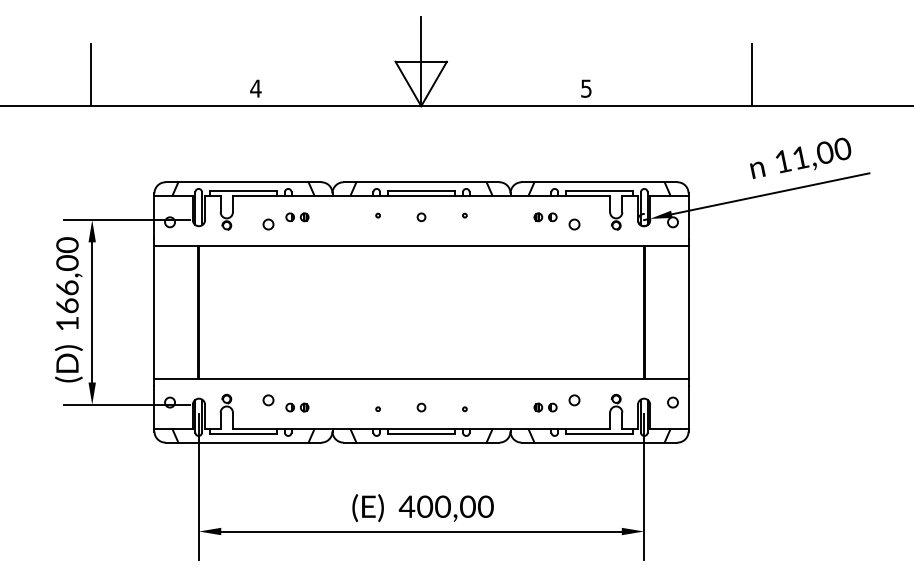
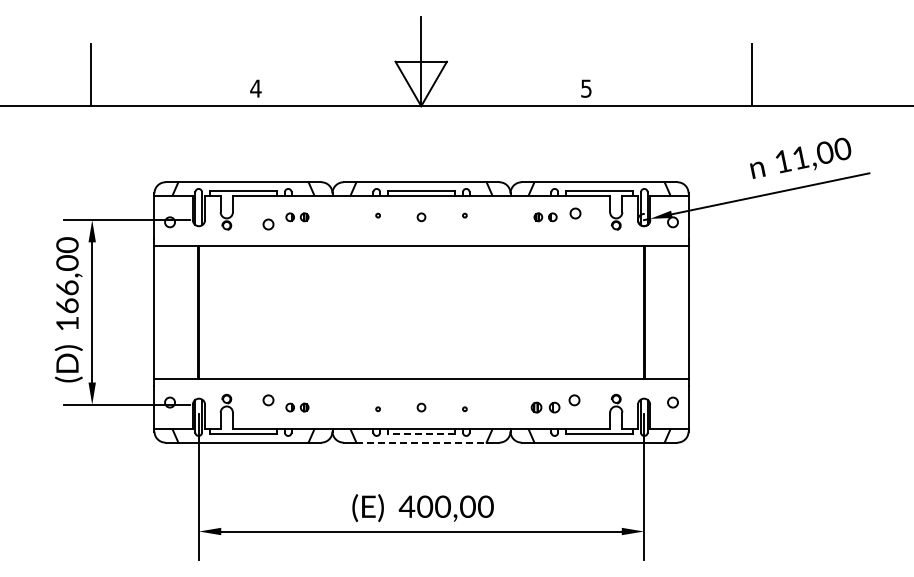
circle at (574, 224) position: (574, 224) -> (575, 213)
part at (545, 407) size: 25x11 px -> 31x13 px
line at (421, 433): solid -> dashed
line at (422, 442): solid -> dashed
